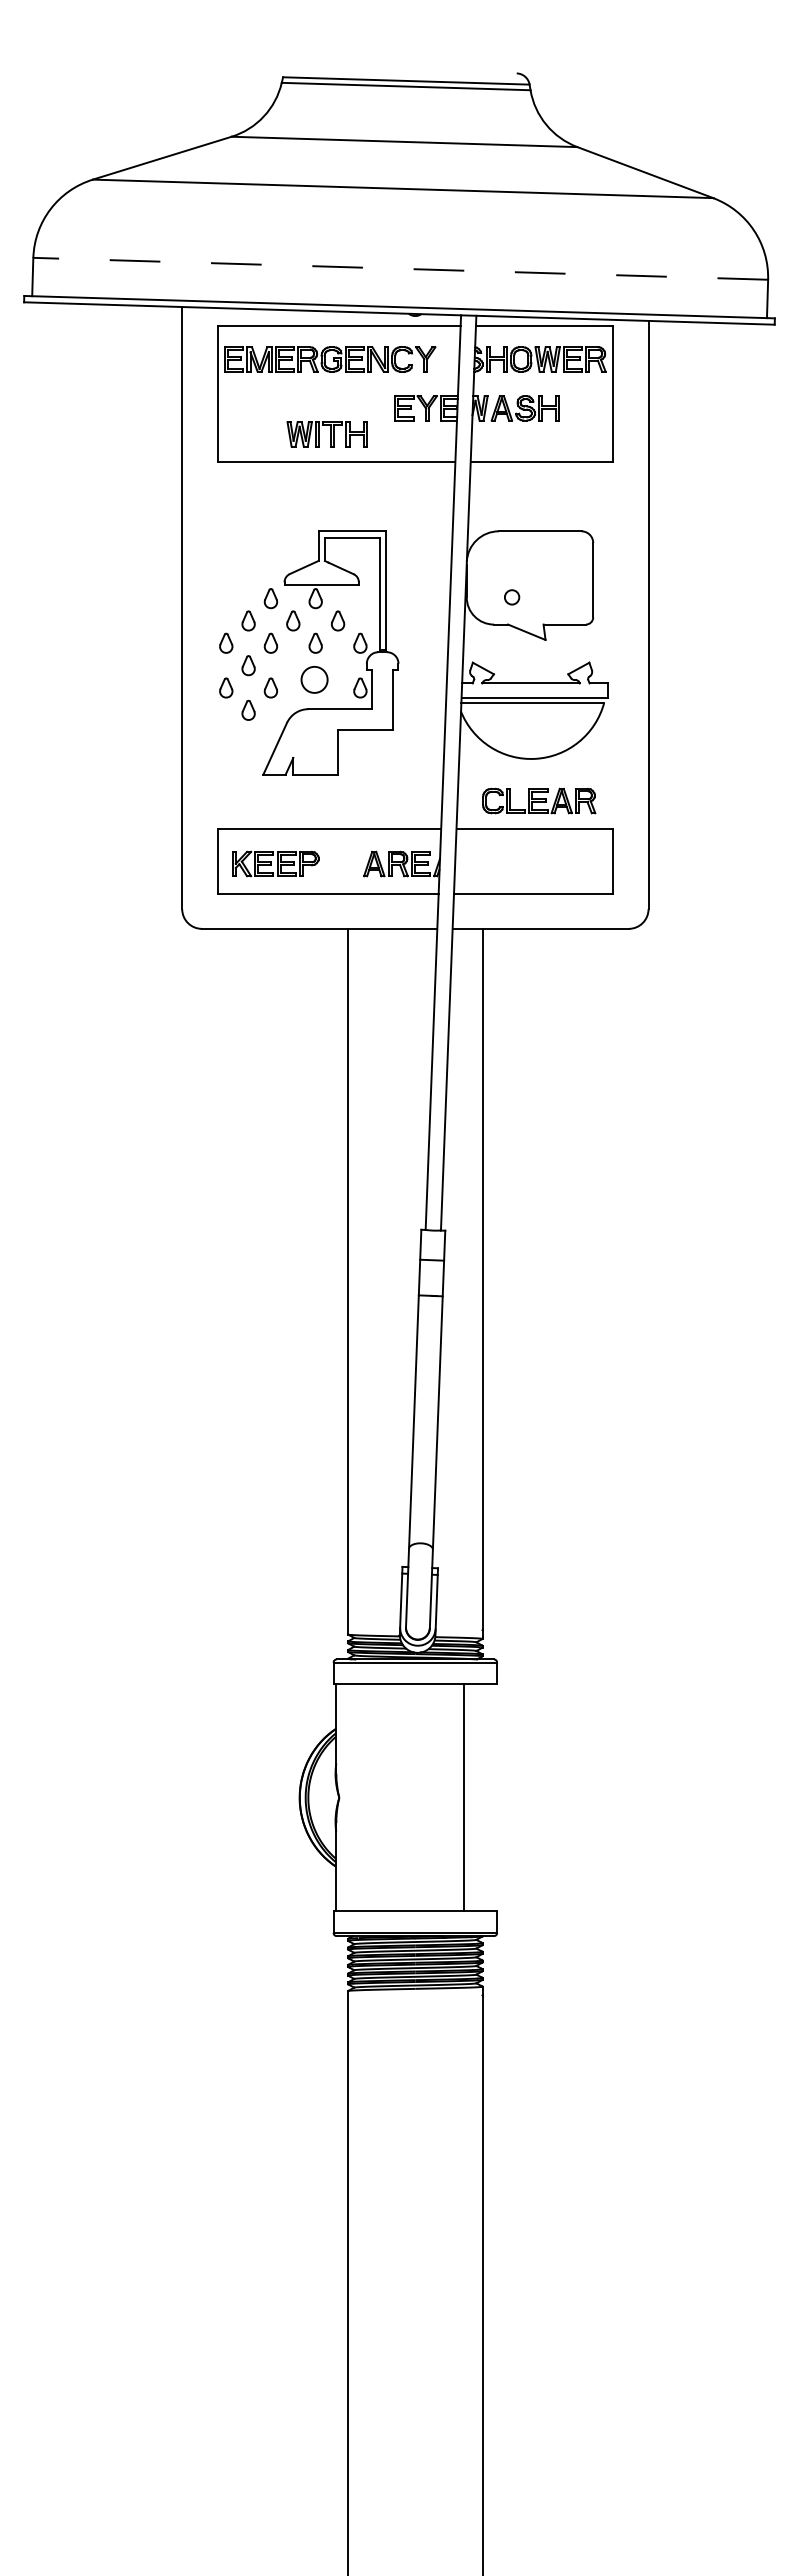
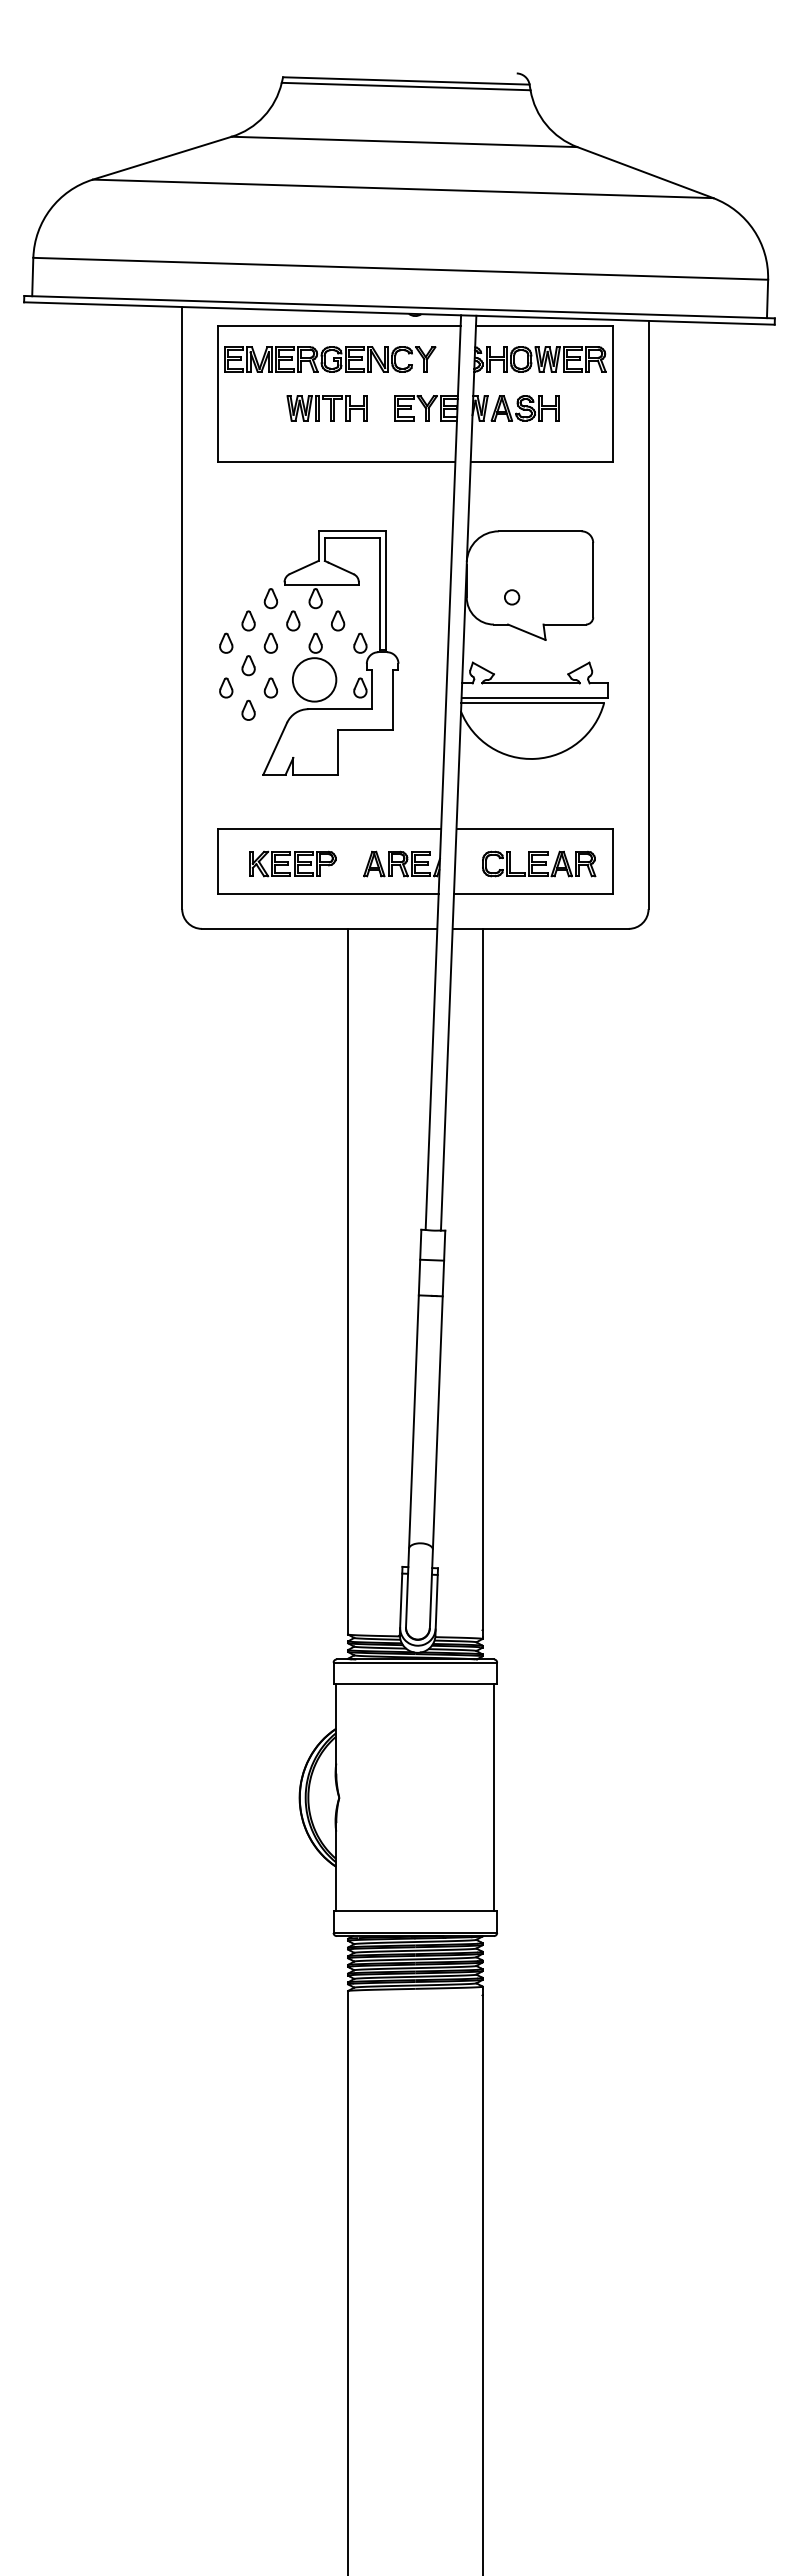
line at (400, 268): dashed -> solid
part at (326, 434) position: (326, 434) -> (326, 408)
circle at (314, 679) diameter: 26 px -> 43 px
part at (539, 800) position: (539, 800) -> (539, 863)
part at (275, 863) position: (275, 863) -> (292, 863)
line at (464, 1797) position: (464, 1797) -> (494, 1797)
